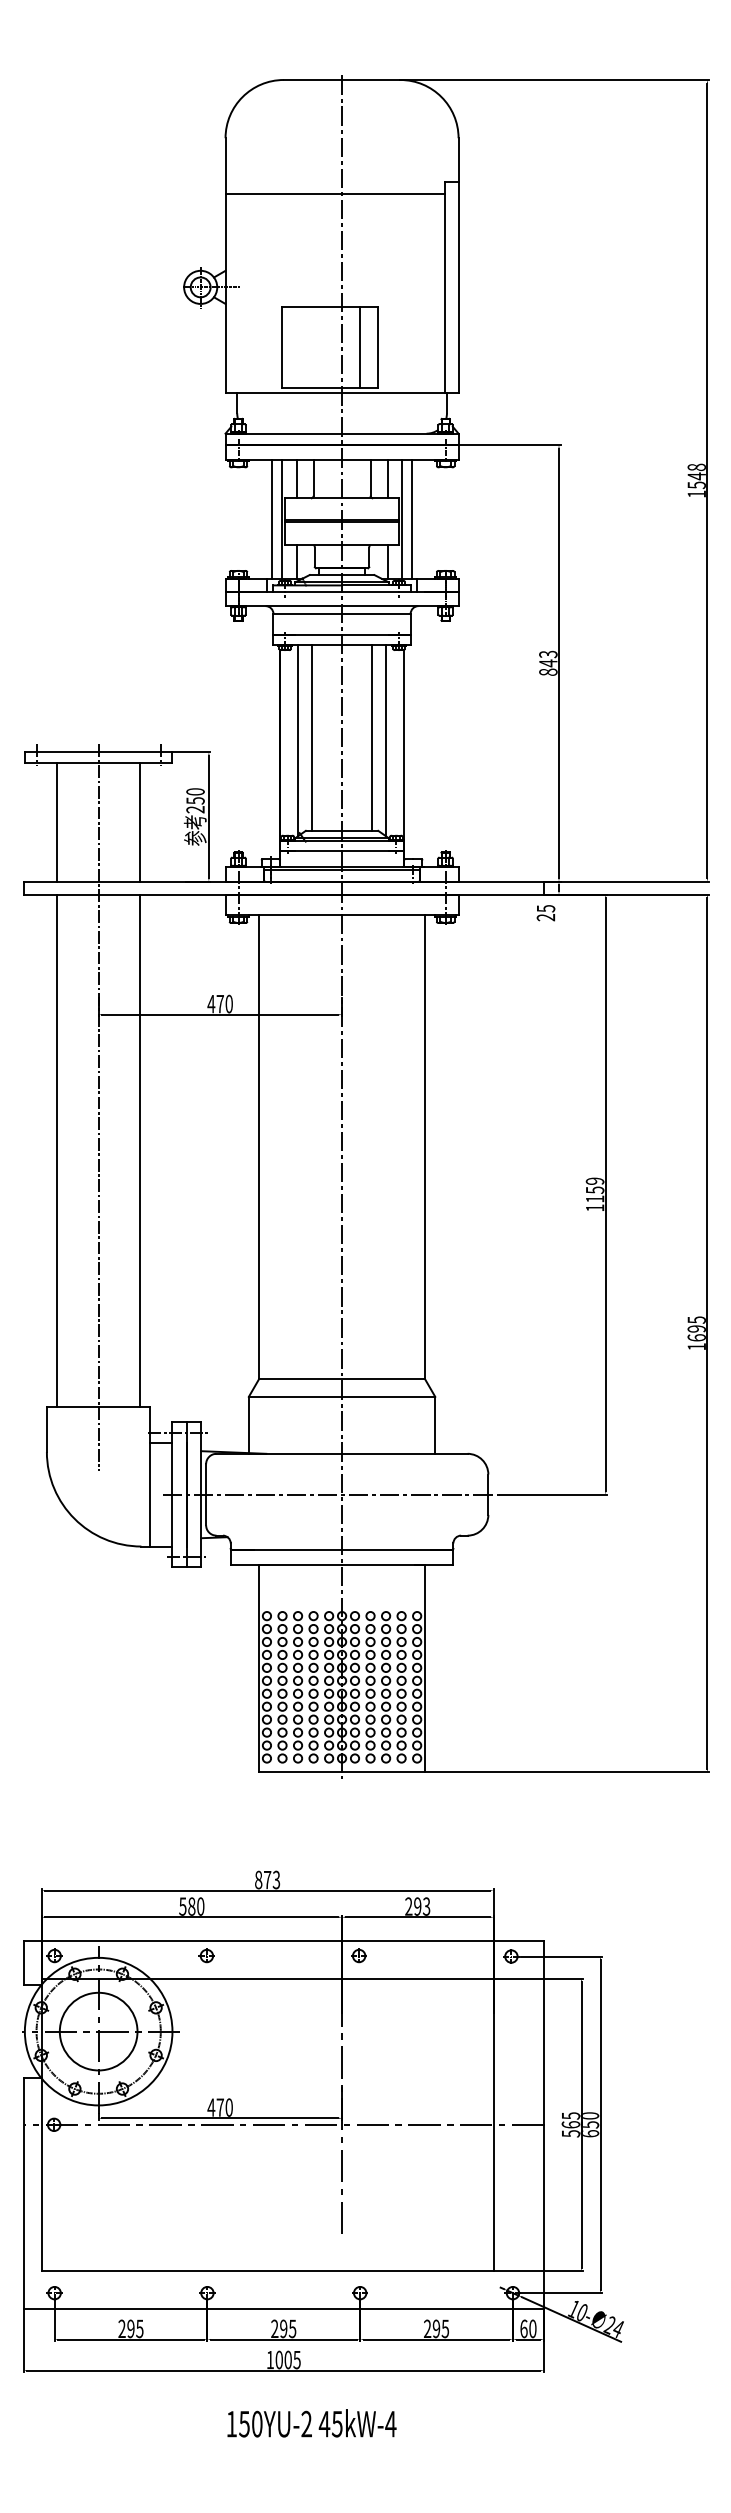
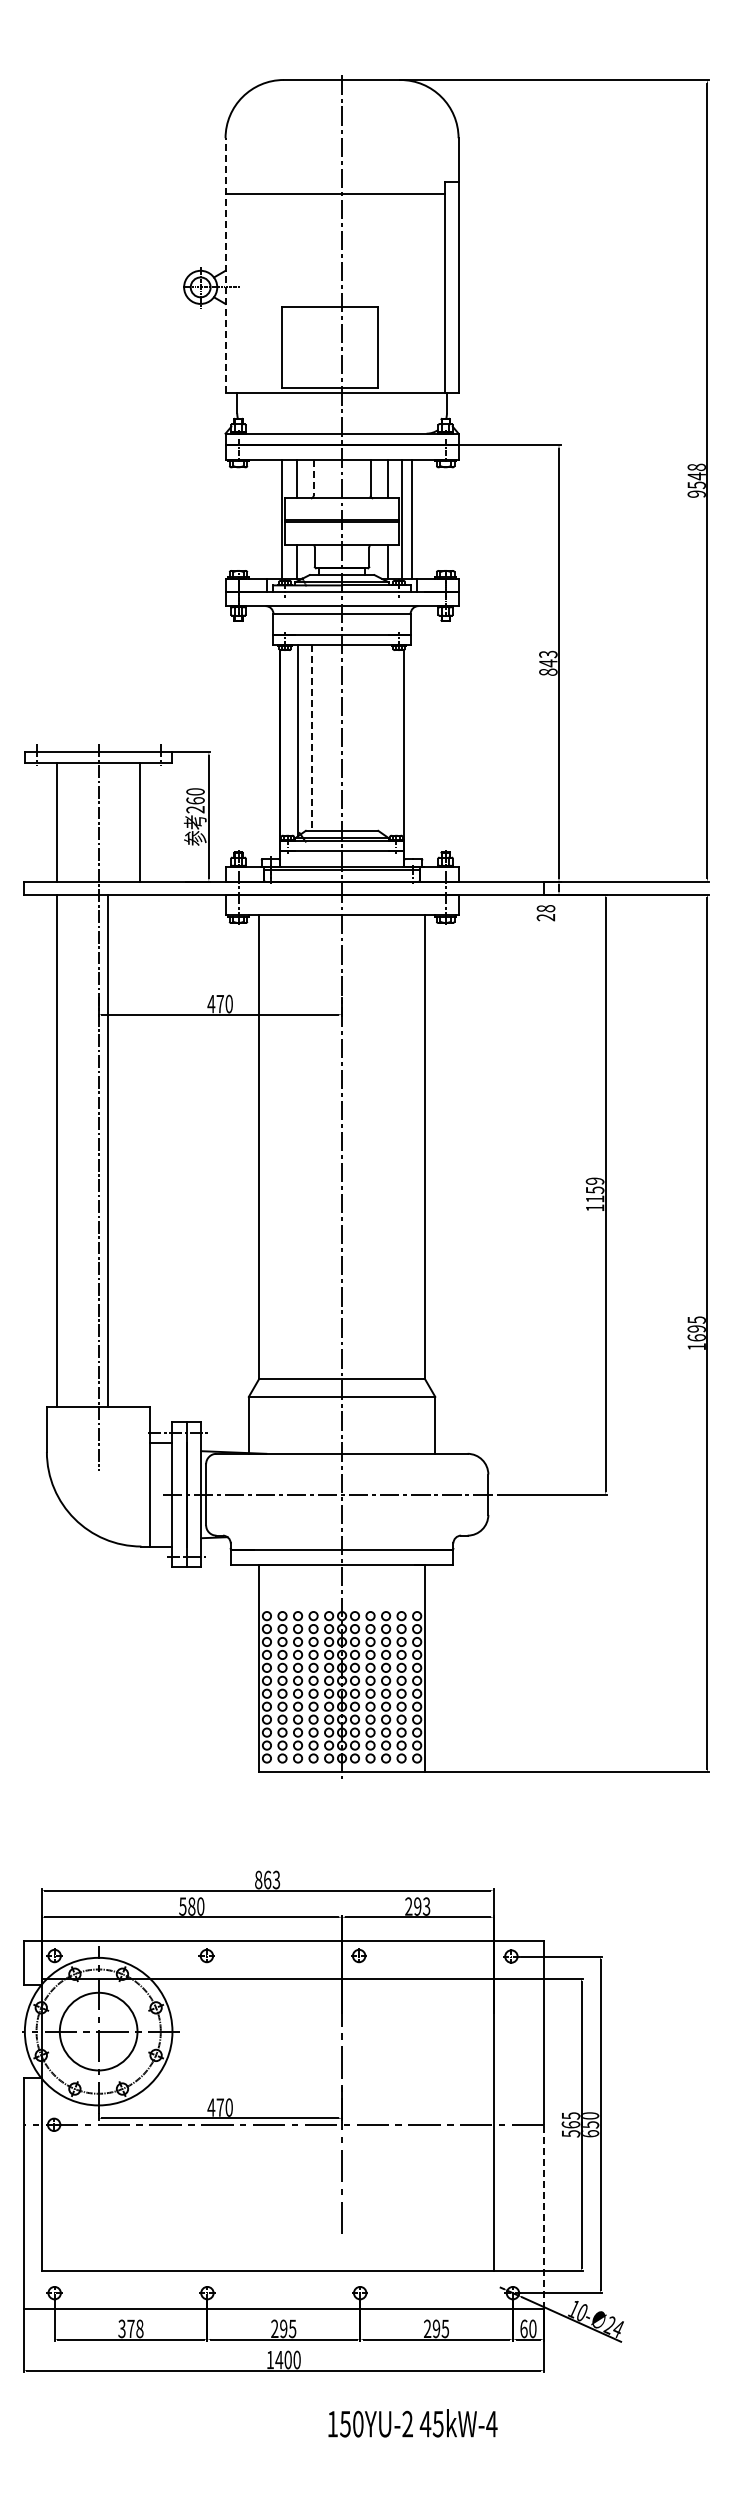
line at (225, 265): solid -> dashed
line at (360, 347): present -> none
line at (313, 478): solid -> dashed
text at (696, 493): 1548 -> 9548
line at (271, 518): present -> none
line at (371, 737): present -> none
line at (312, 738): solid -> dashed
line at (386, 740): present -> none
text at (195, 800): 250 -> 260
text at (545, 908): 25 -> 28
line at (140, 1150) position: (140, 1150) -> (108, 1150)
text at (267, 1879): 873 -> 863
line at (544, 2216): solid -> dashed
text at (130, 2328): 295 -> 378
text at (287, 2359): 1005 -> 1400
text at (311, 2423) position: (311, 2423) -> (412, 2423)
